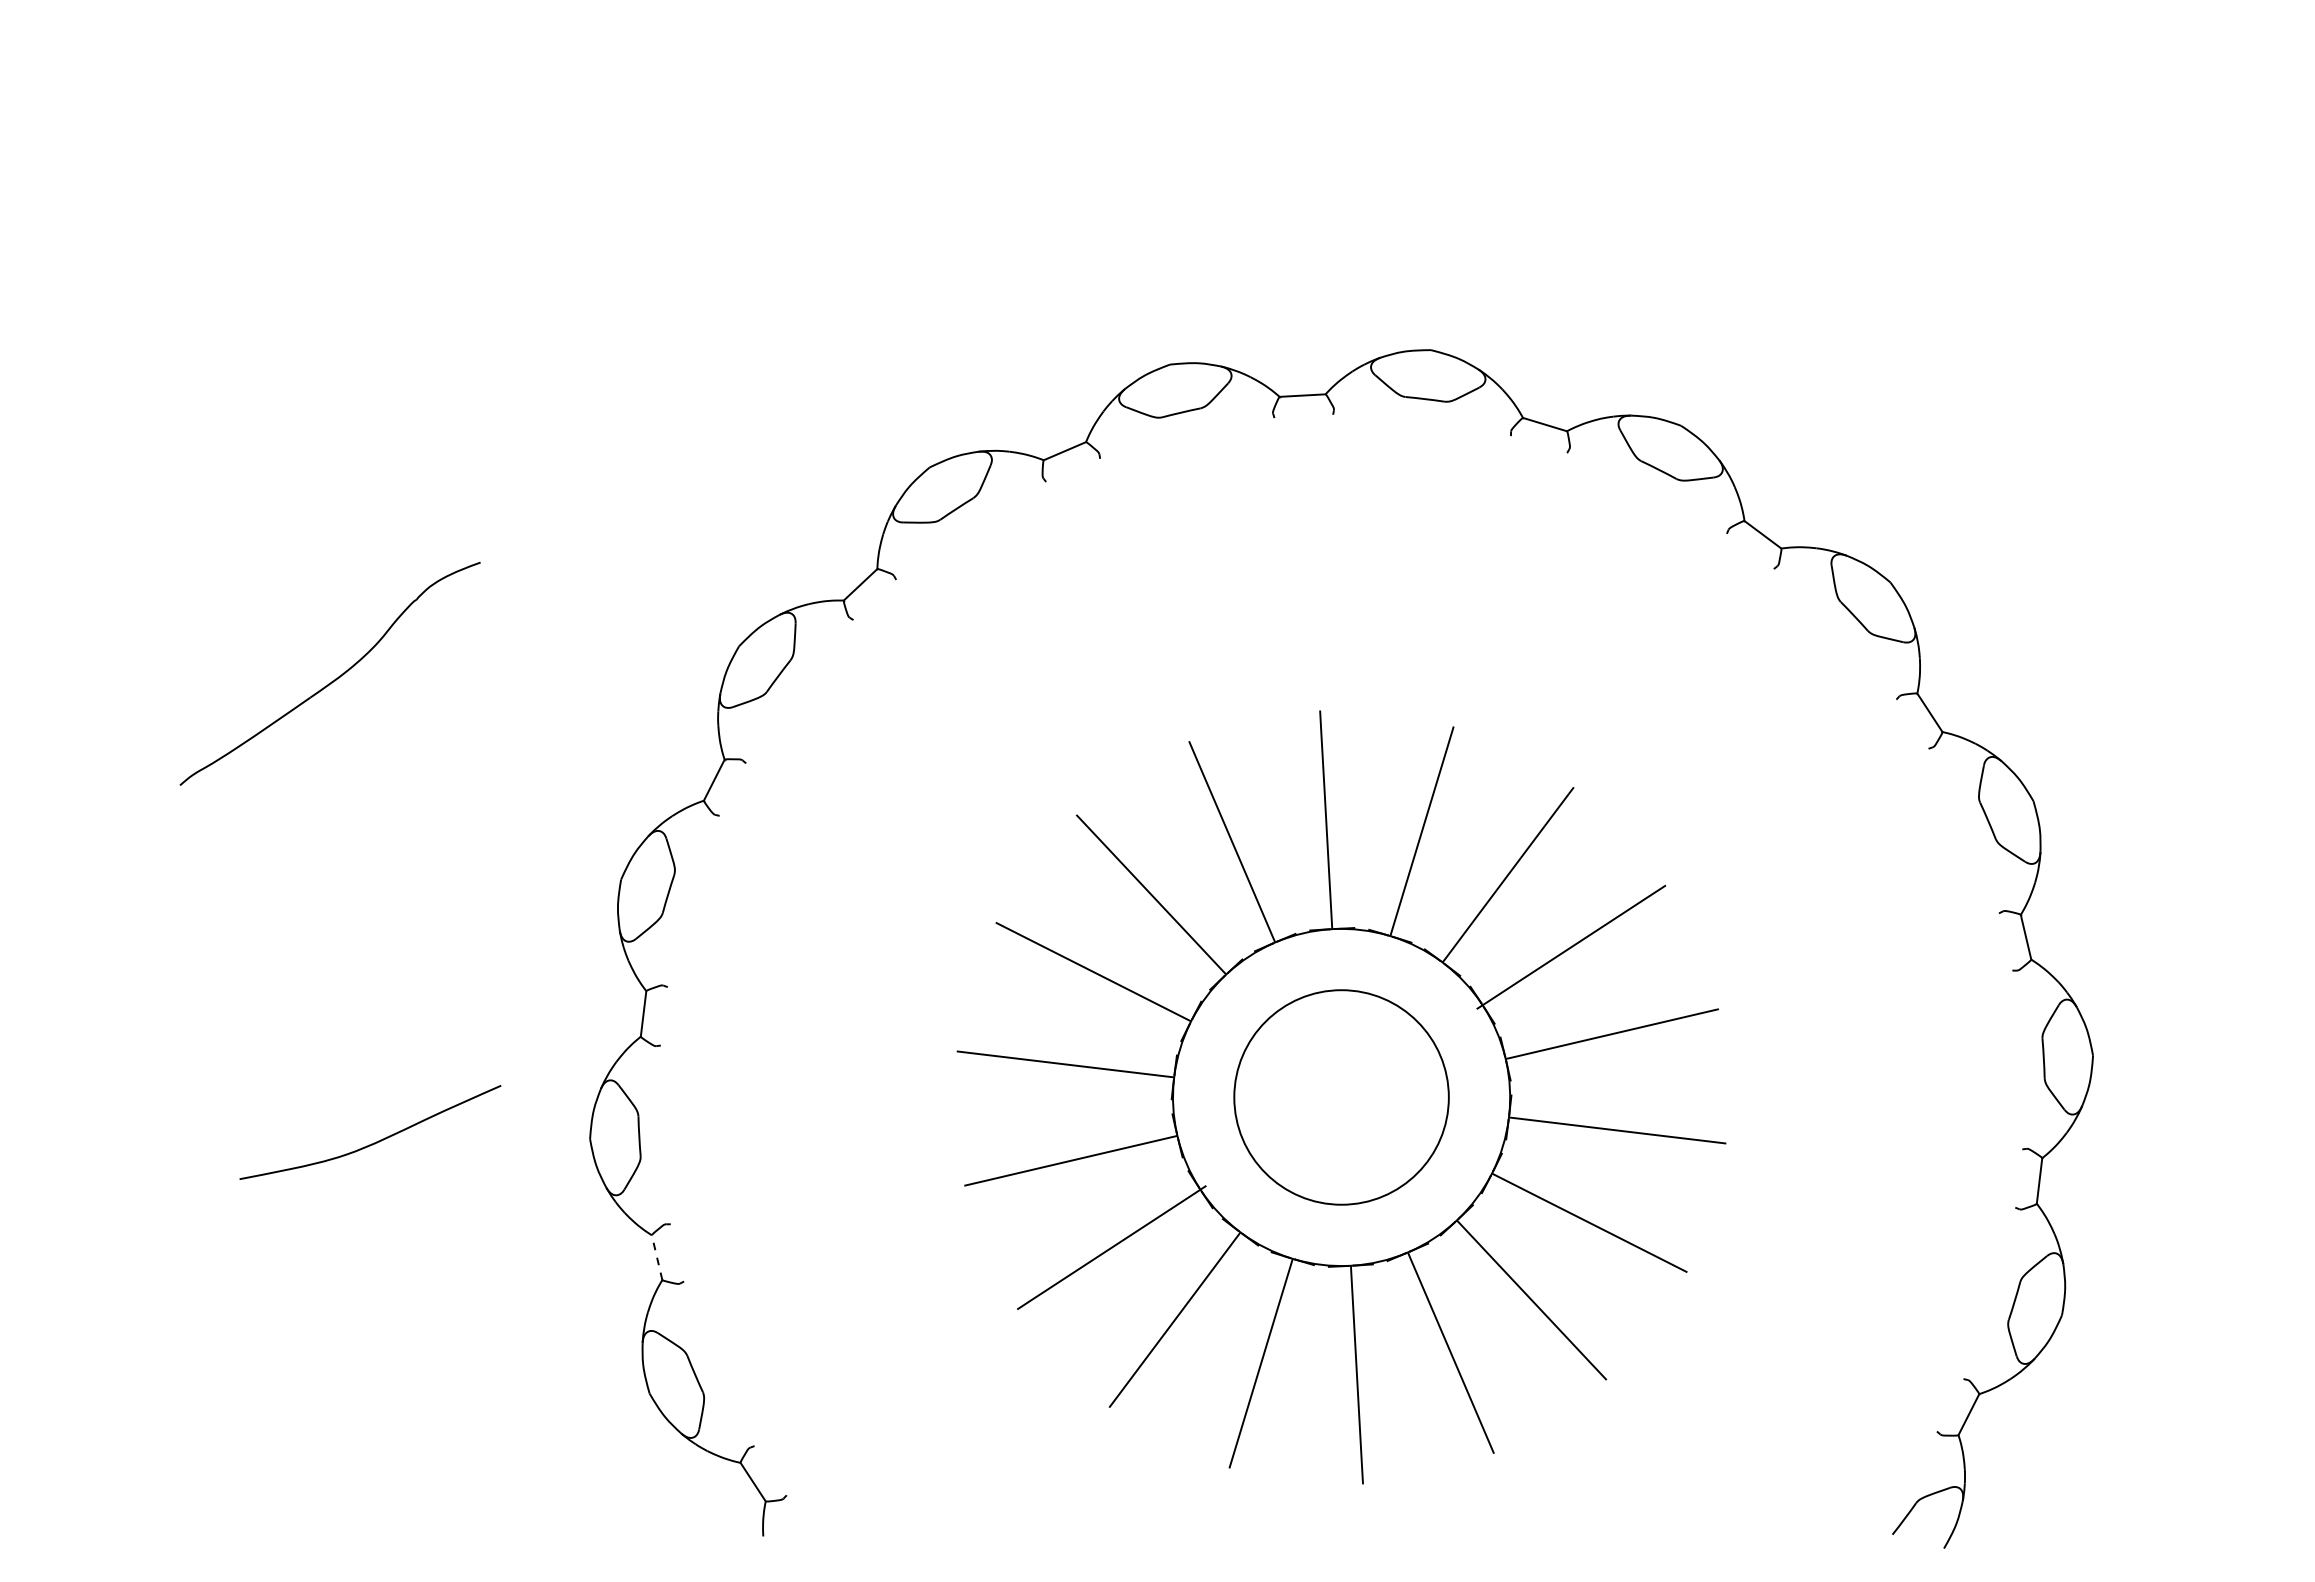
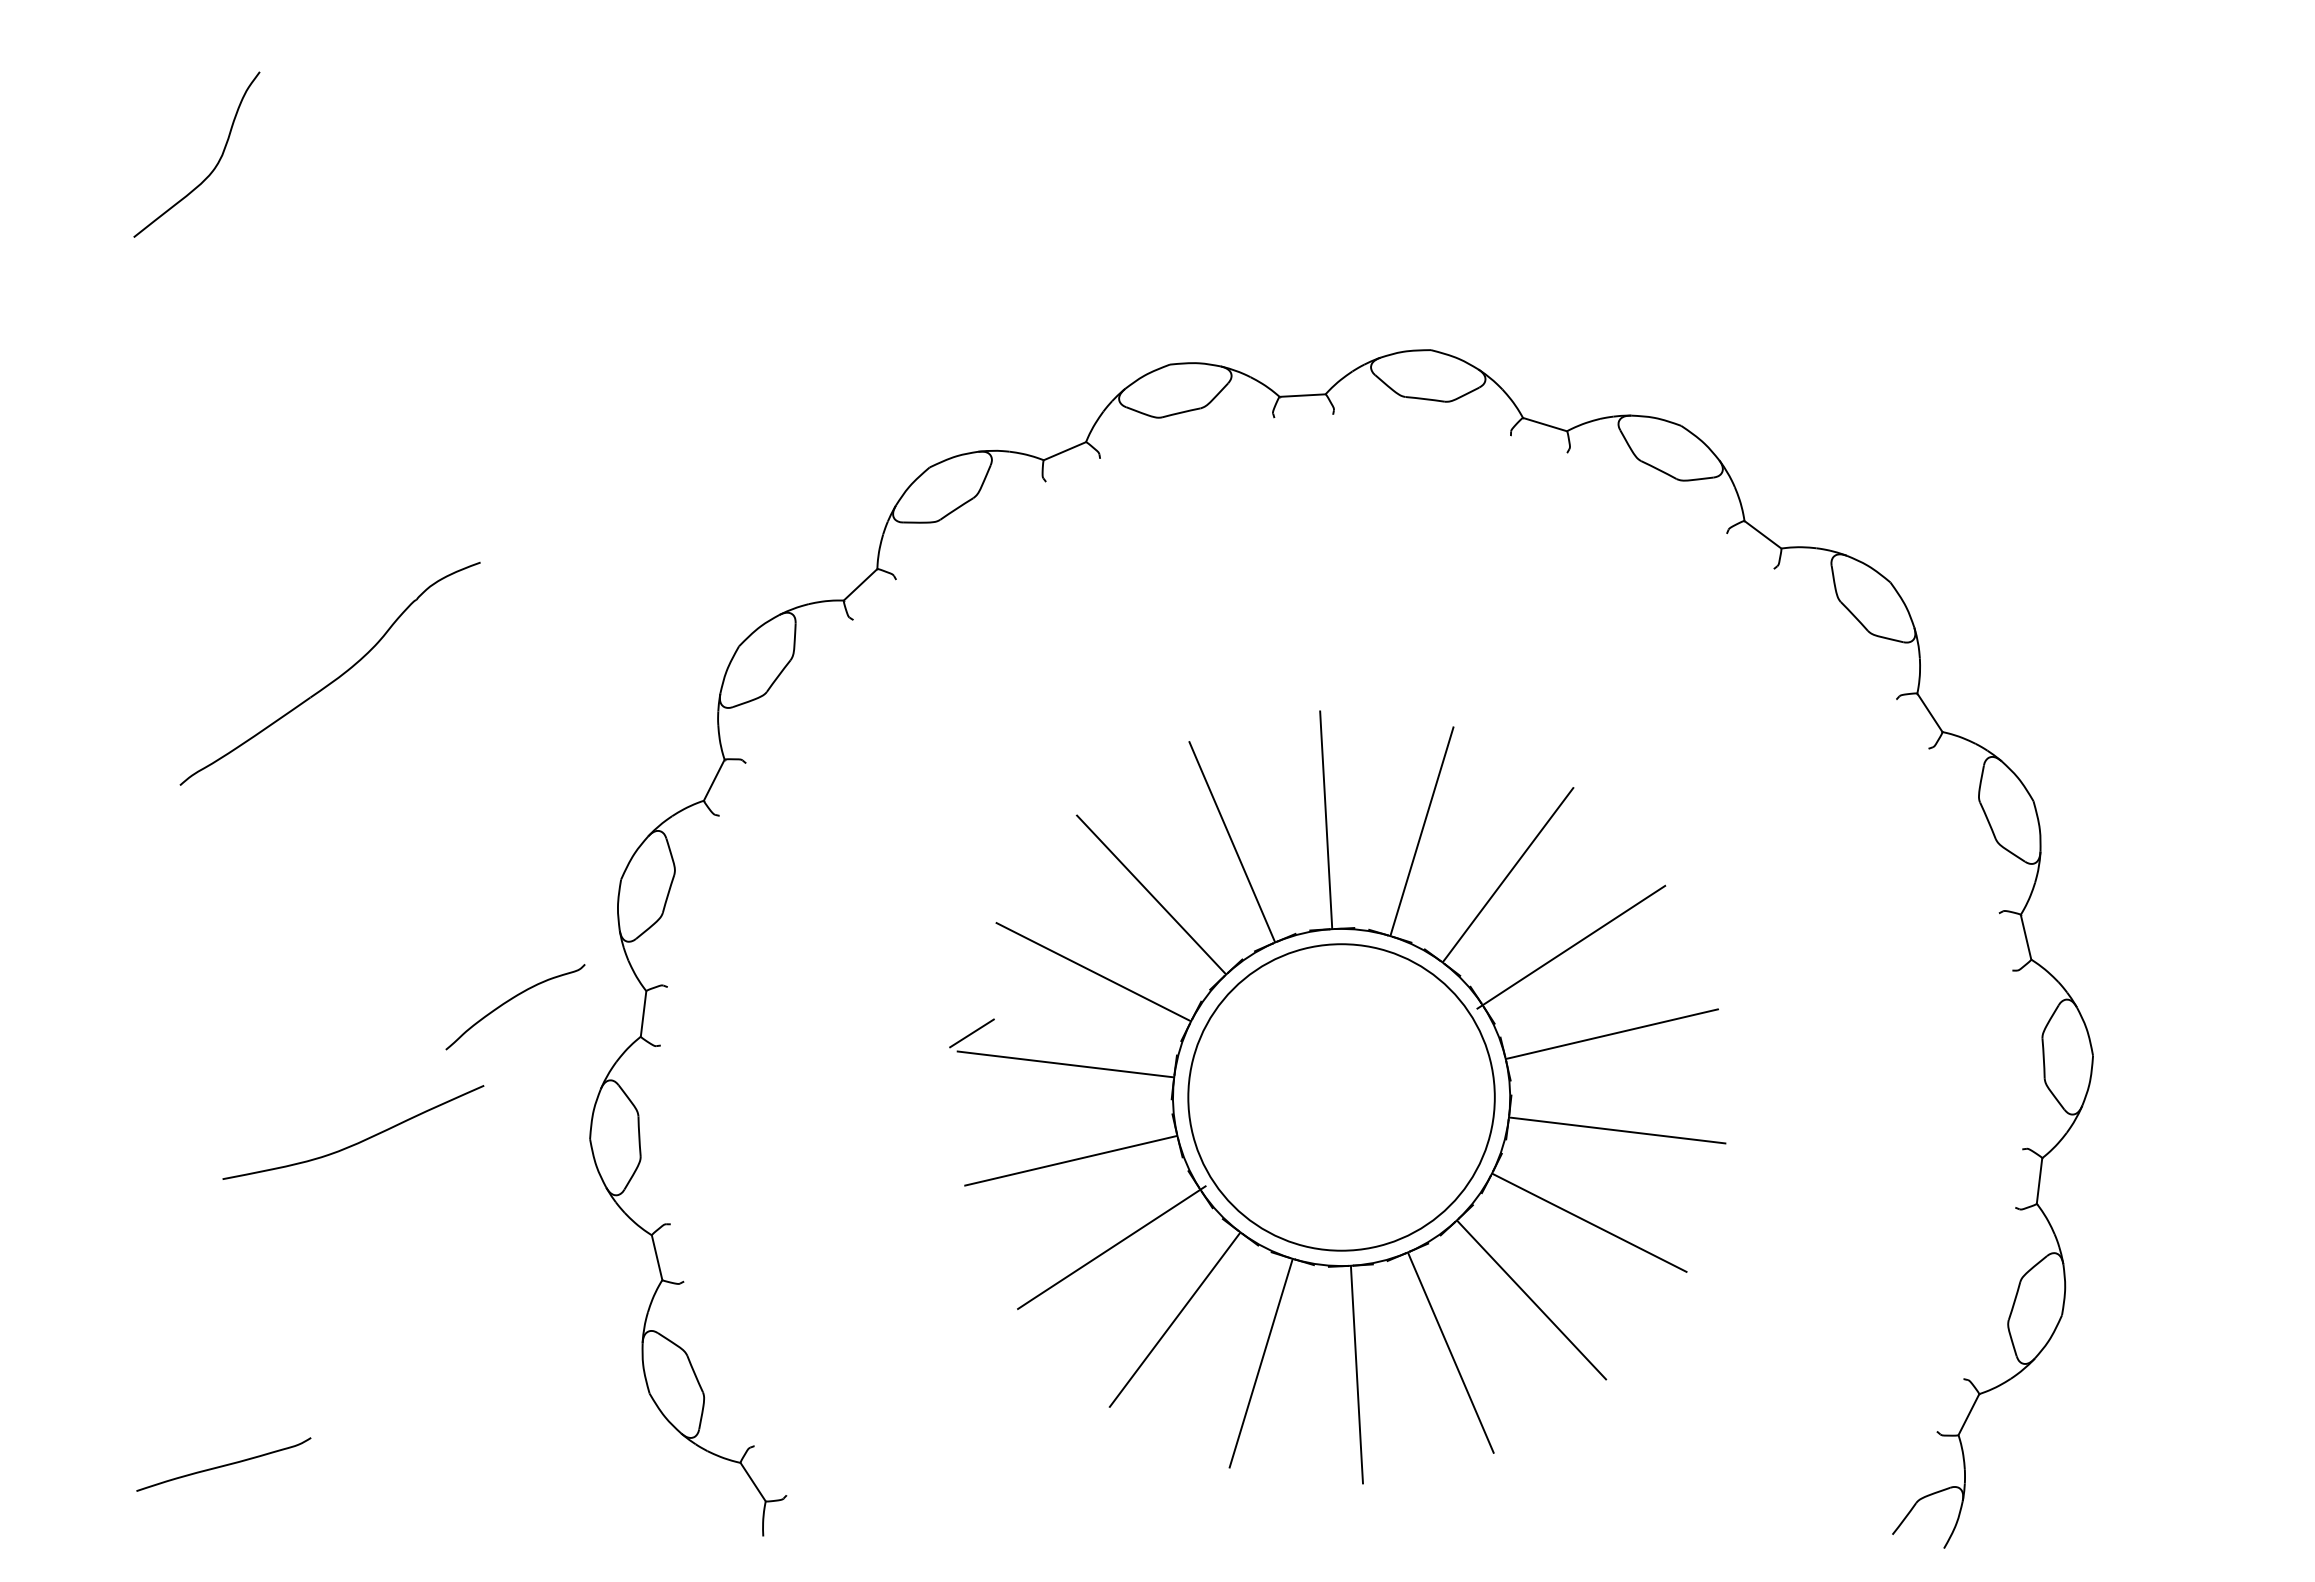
curve at (216, 163): none -> present
curve at (509, 1001): none -> present
line at (971, 1033): none -> present
circle at (1341, 1097) diameter: 215 px -> 307 px
curve at (374, 1142) position: (374, 1142) -> (357, 1142)
line at (657, 1257): dashed -> solid
curve at (224, 1464): none -> present
